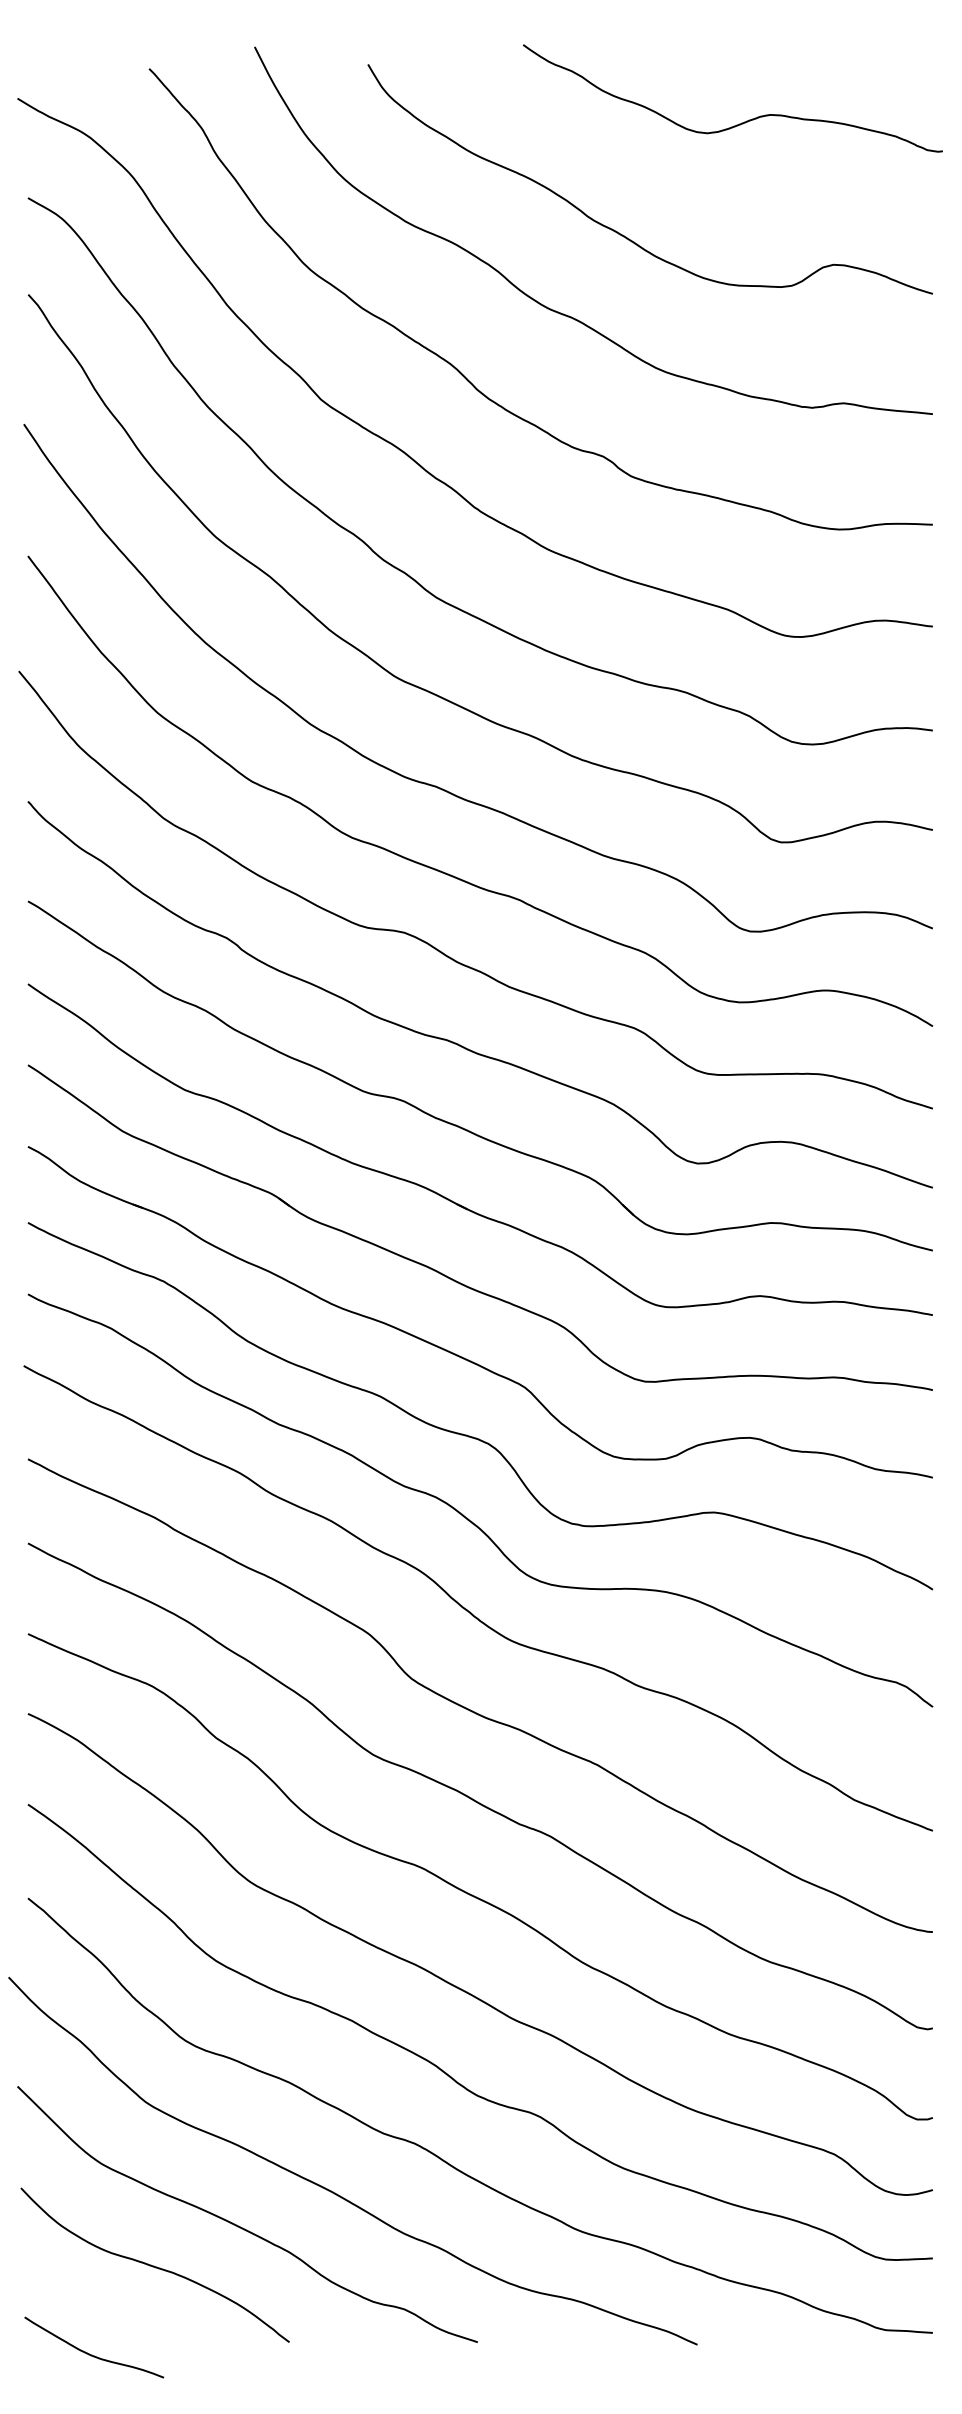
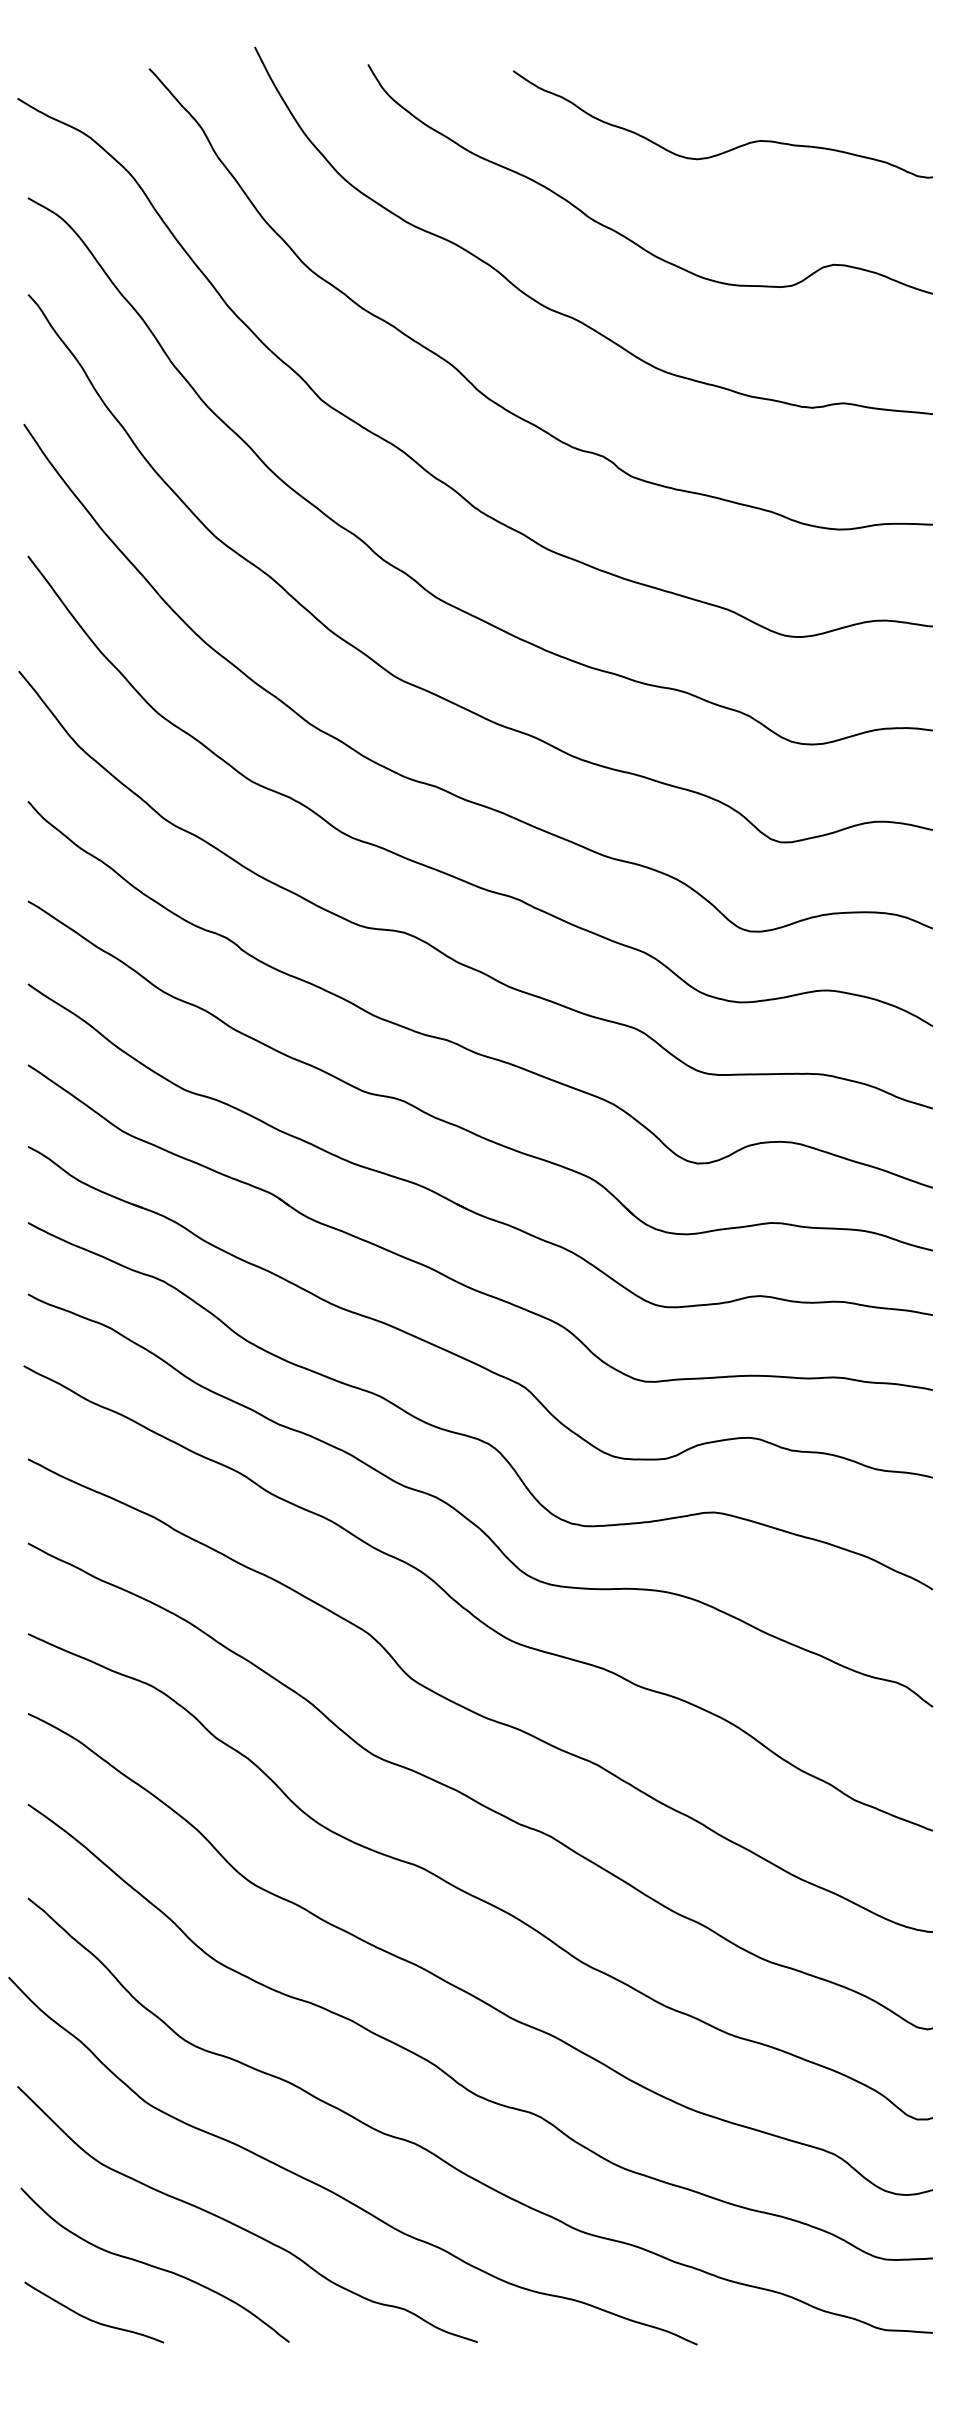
curve at (741, 122) position: (741, 122) -> (731, 148)
curve at (92, 2354) position: (92, 2354) -> (92, 2319)
